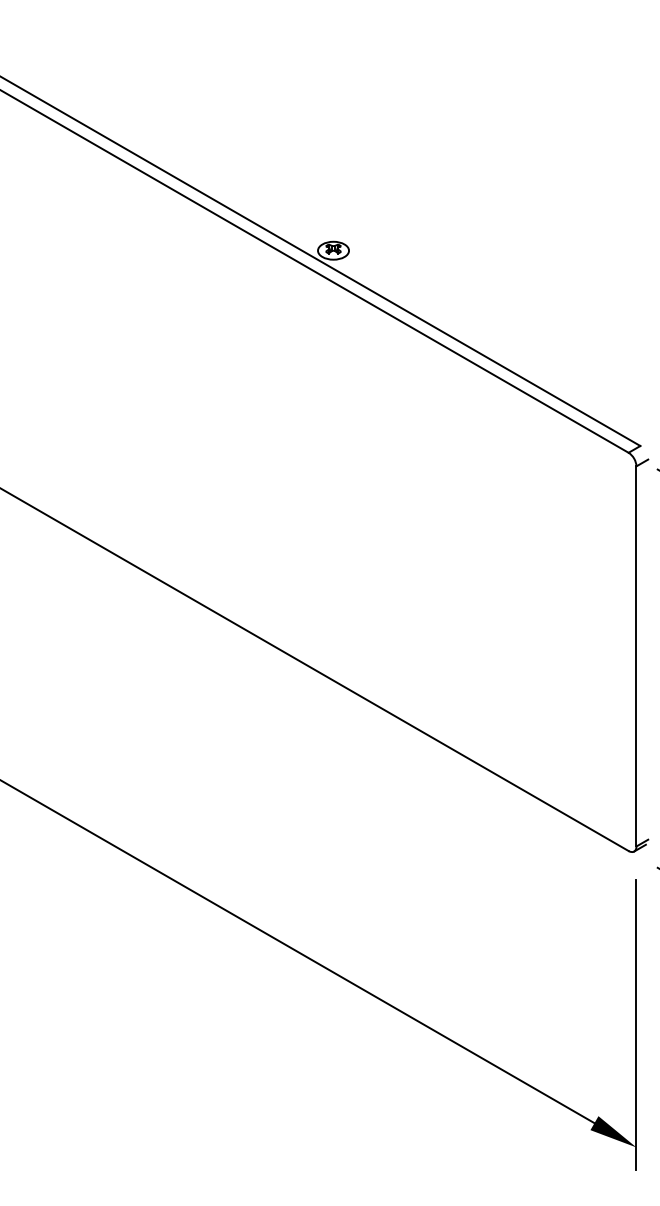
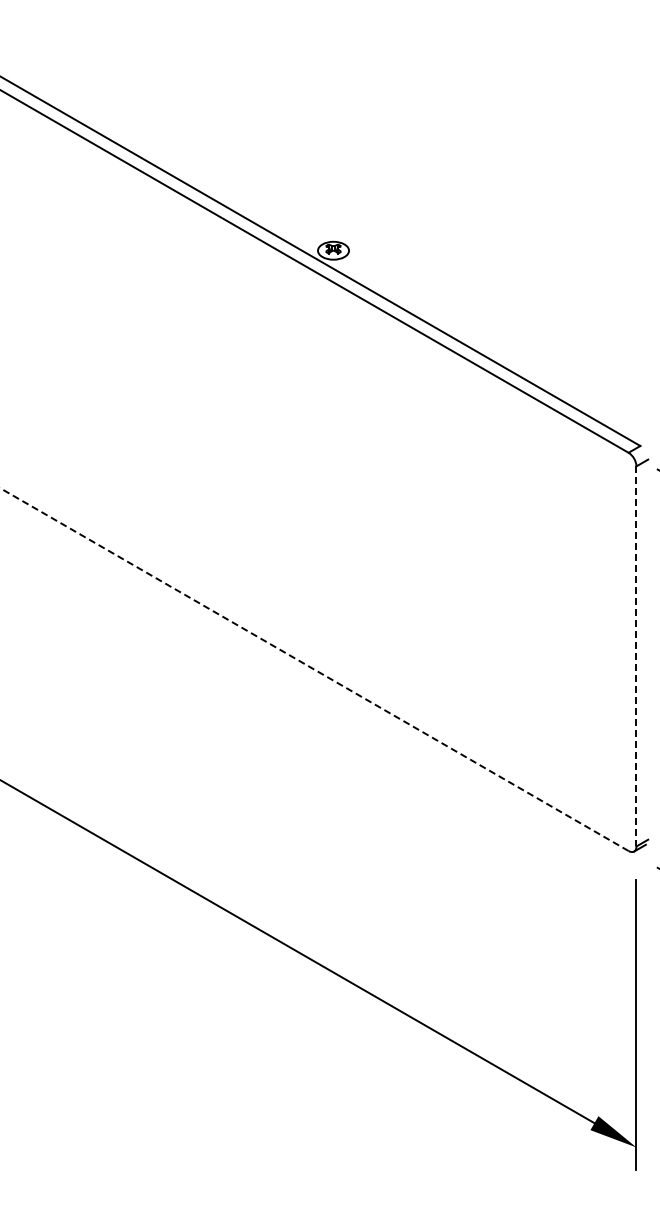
line at (636, 656): solid -> dashed
line at (314, 669): solid -> dashed
